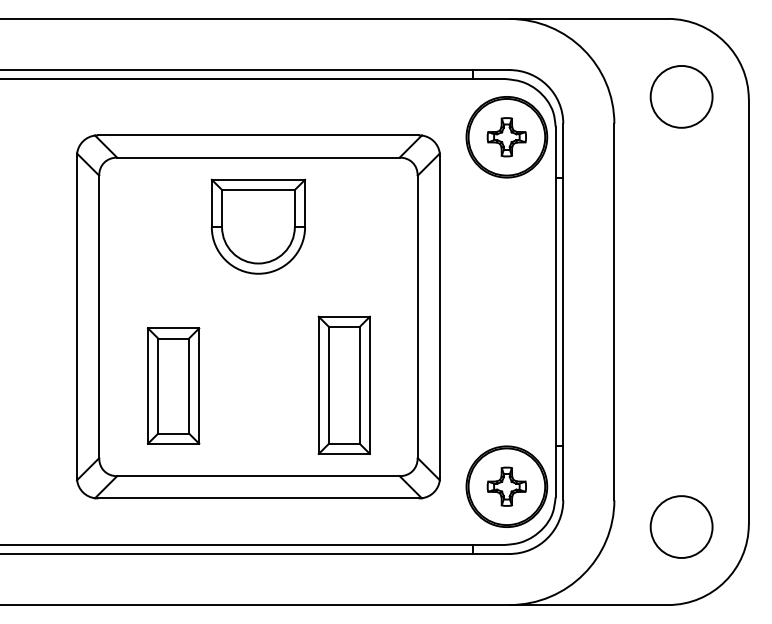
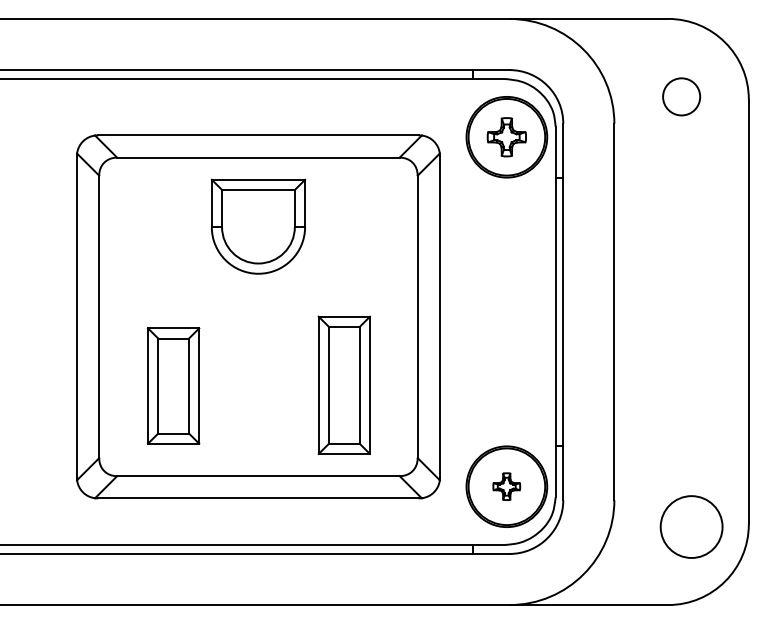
circle at (681, 96) diameter: 62 px -> 37 px
part at (506, 486) size: 41x41 px -> 30x29 px
circle at (681, 526) position: (681, 526) -> (691, 526)
